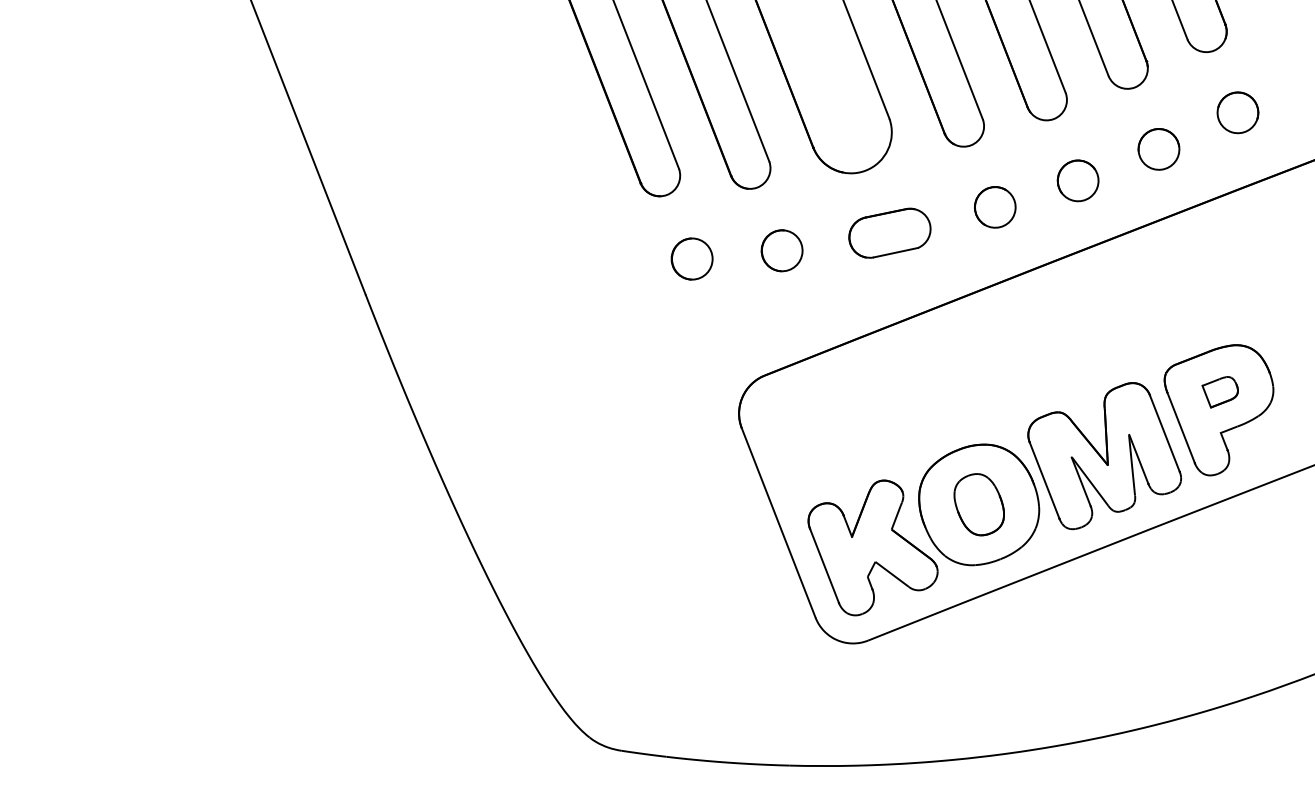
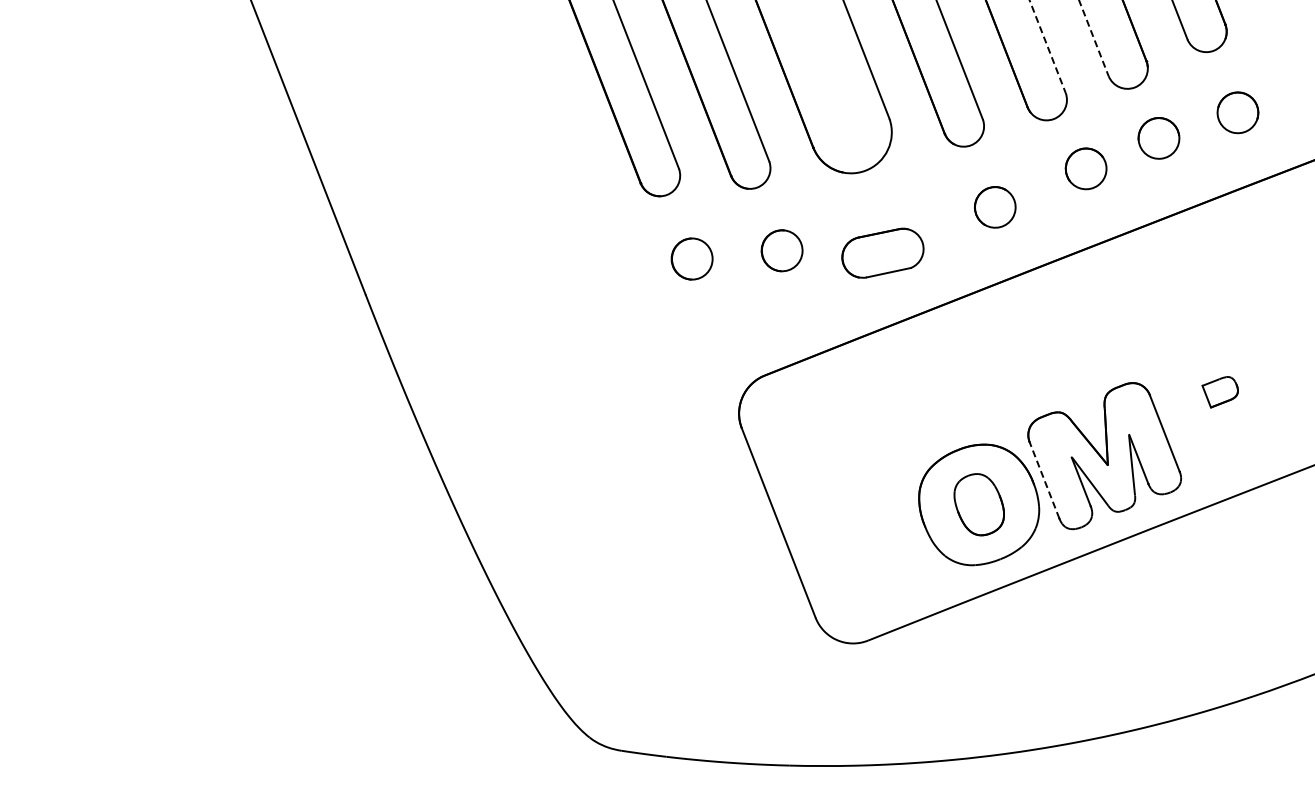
line at (1094, 38): solid -> dashed
line at (1047, 47): solid -> dashed
part at (1158, 149) position: (1158, 149) -> (1158, 138)
part at (1077, 180) position: (1077, 180) -> (1085, 168)
part at (889, 232) position: (889, 232) -> (882, 252)
part at (1218, 410): present -> none
line at (1044, 480): solid -> dashed
part at (872, 547): present -> none
